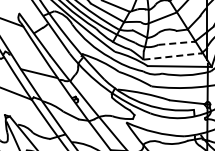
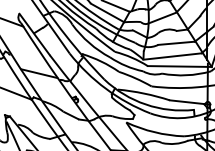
line at (177, 43): dashed -> solid
line at (173, 56): dashed -> solid
